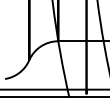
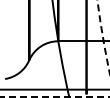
circle at (103, 36): solid -> dashed
line at (55, 96): solid -> dashed
